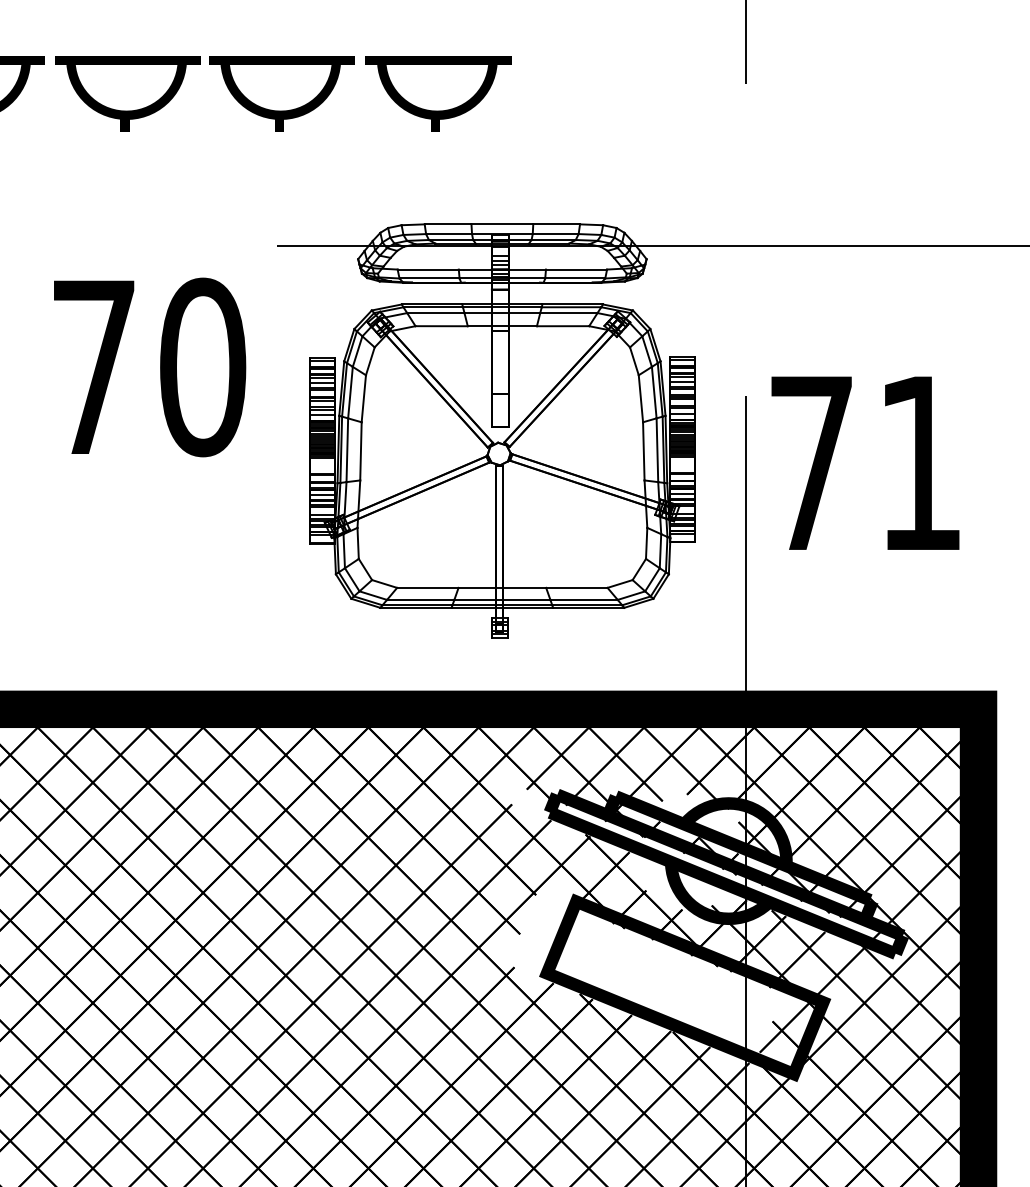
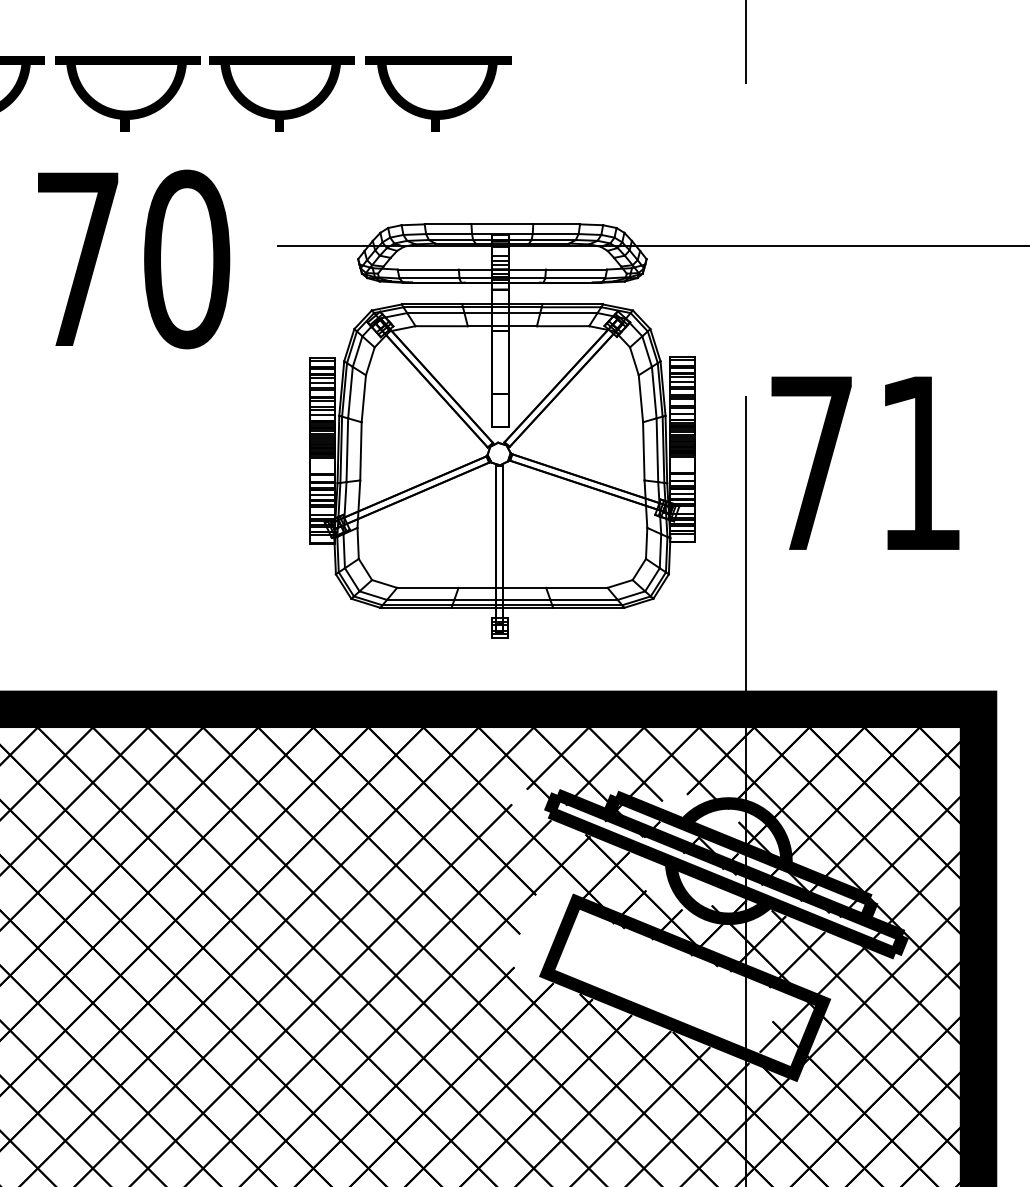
text at (150, 367) position: (150, 367) -> (134, 259)
